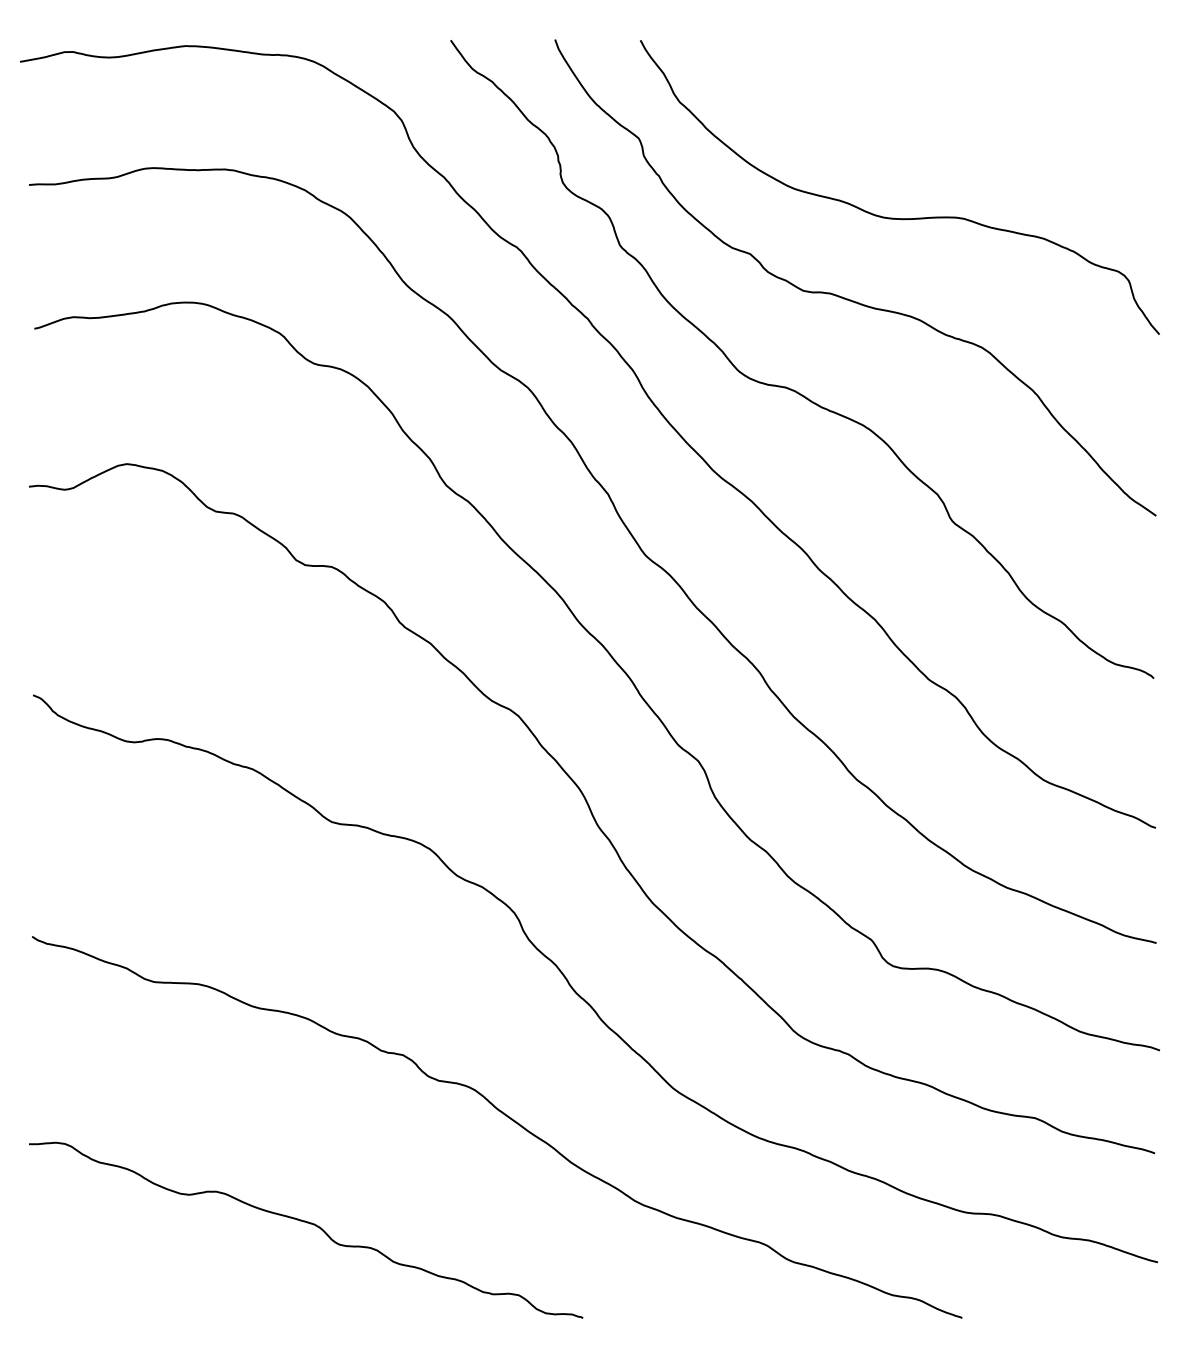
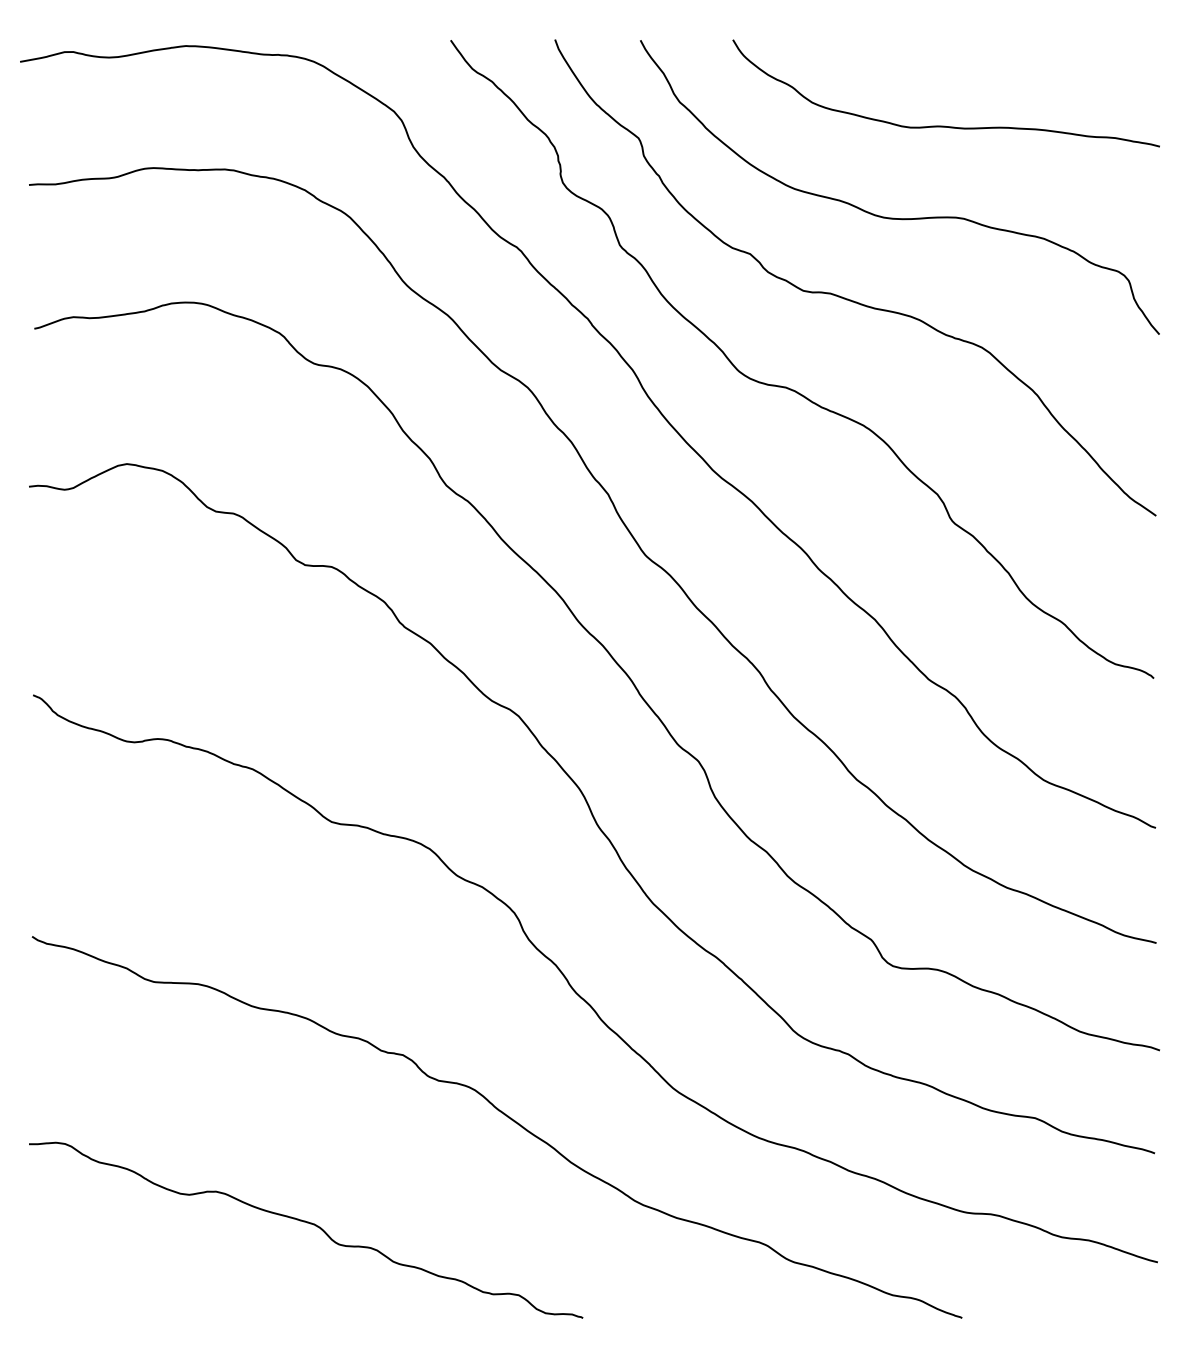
curve at (944, 125): none -> present
